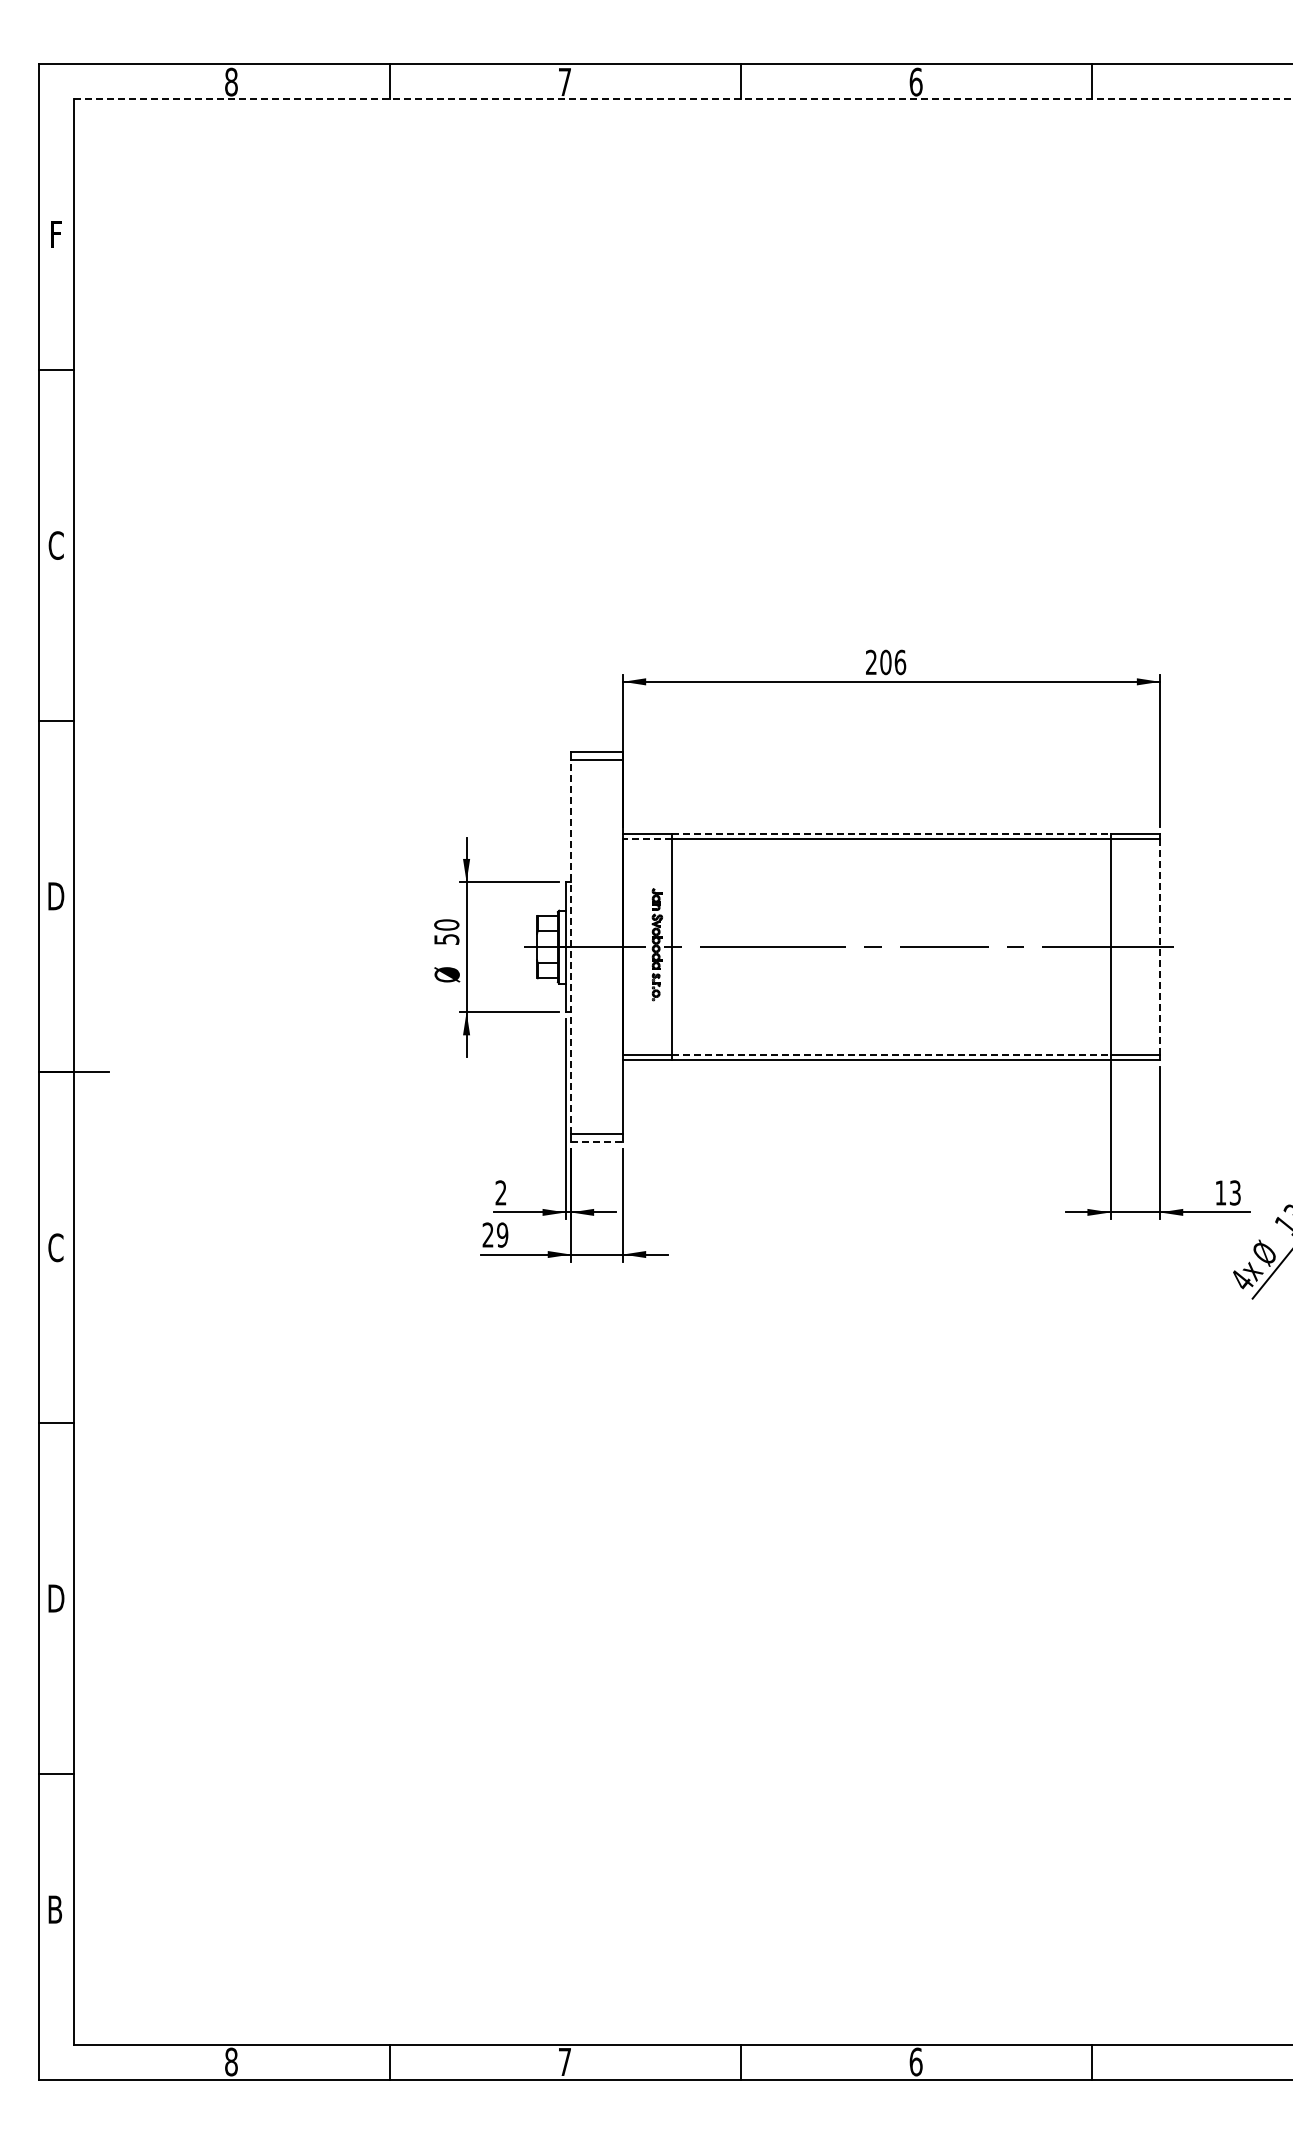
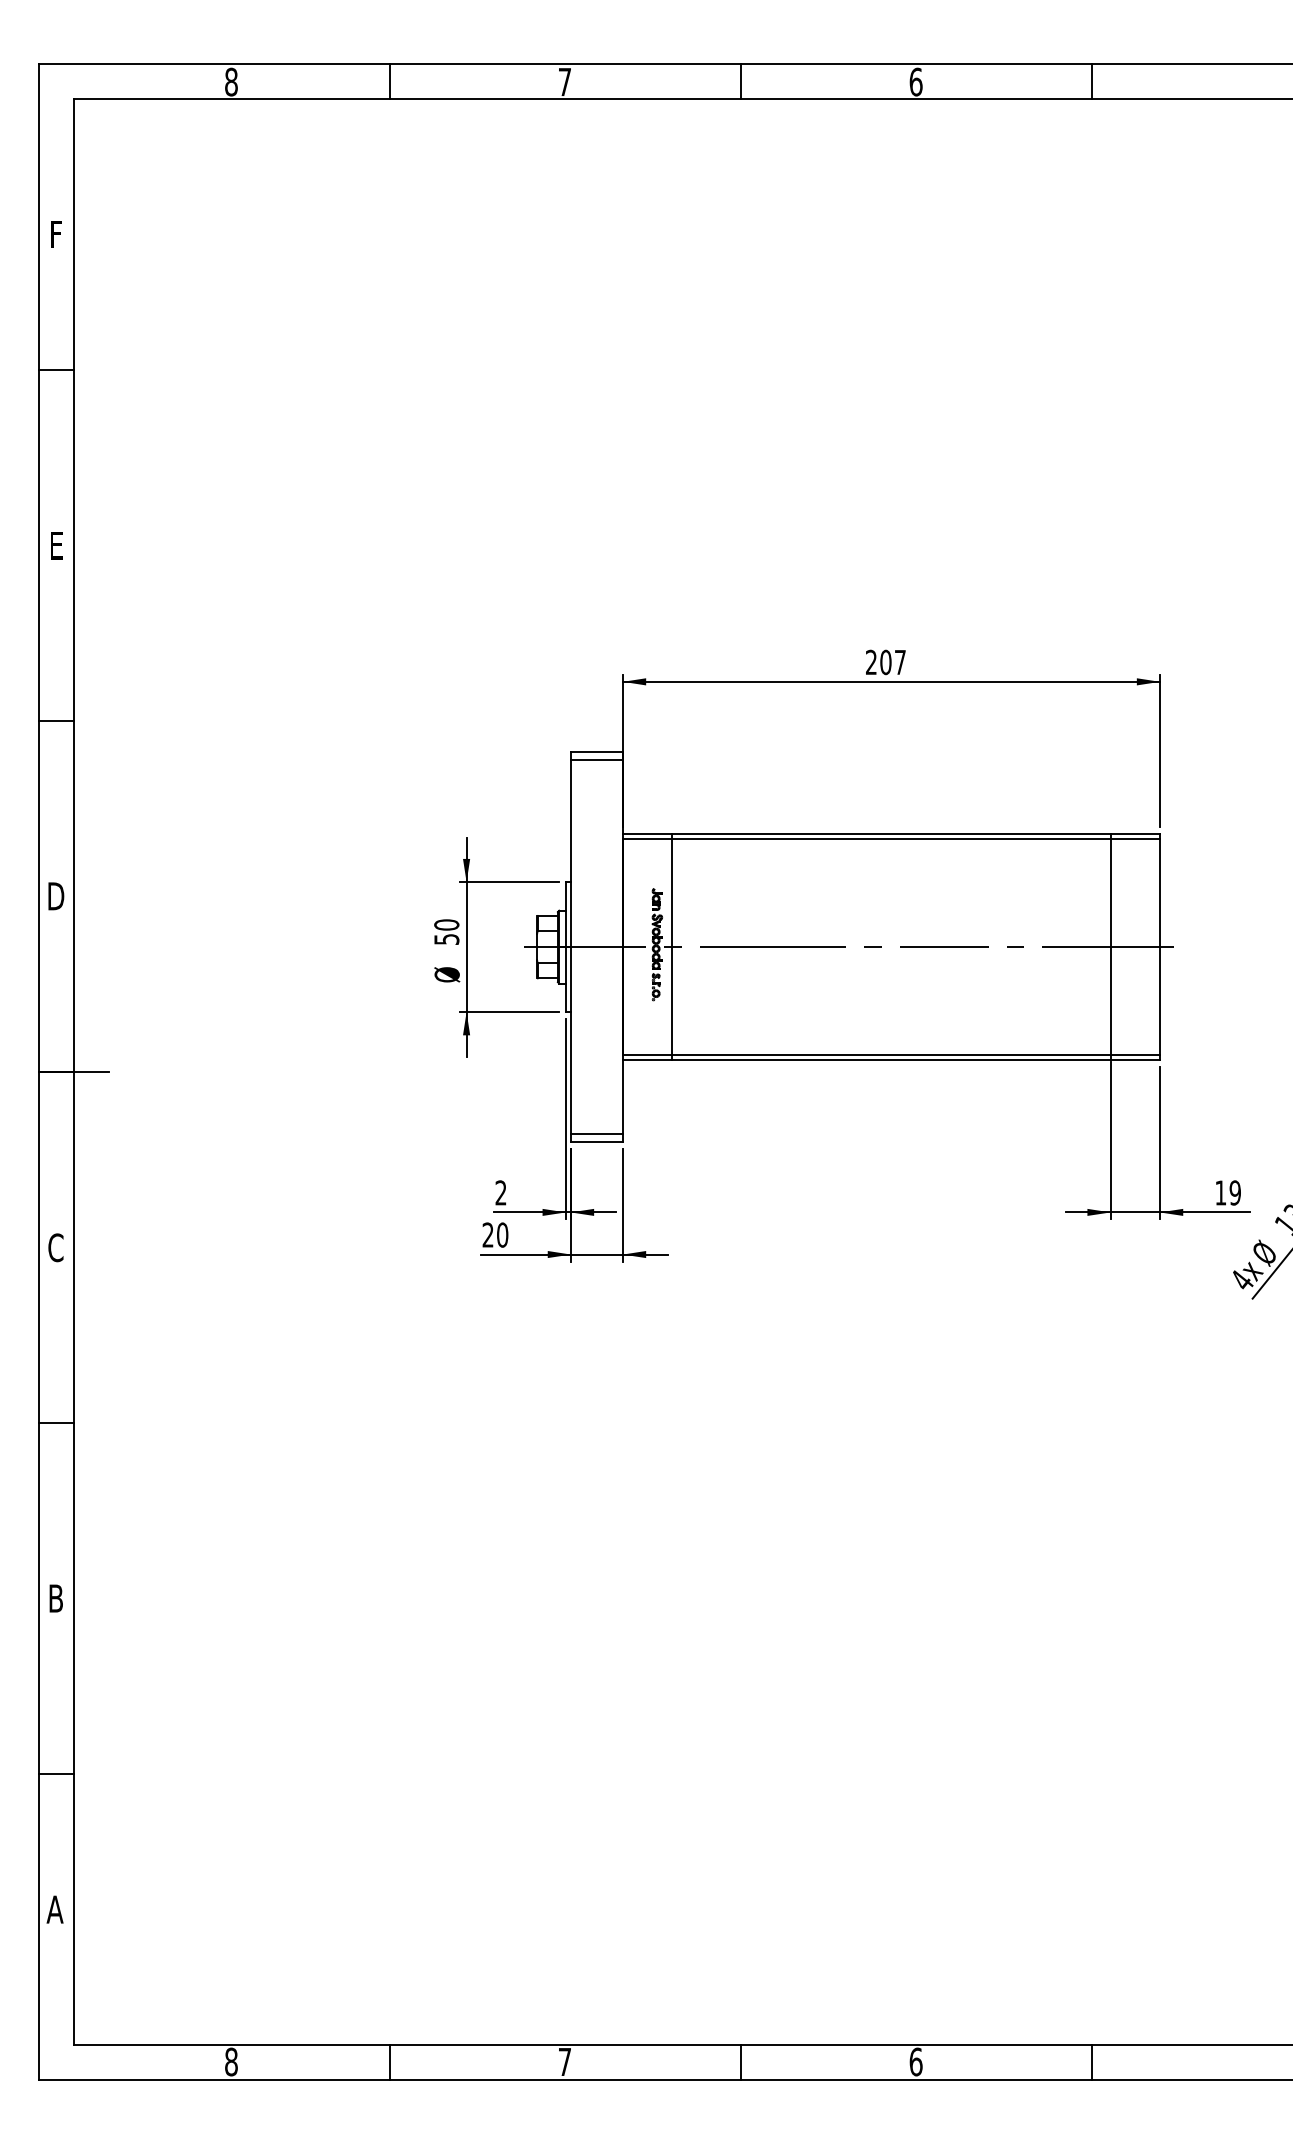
line at (683, 99): dashed -> solid
text at (55, 545): C -> E
text at (900, 662): 206 -> 207
line at (892, 833): dashed -> solid
line at (647, 839): dashed -> solid
line at (570, 946): dashed -> solid
line at (1160, 947): dashed -> solid
line at (892, 1055): dashed -> solid
line at (597, 1142): dashed -> solid
text at (1234, 1192): 13 -> 19
text at (502, 1234): 29 -> 20
text at (56, 1598): D -> B
text at (54, 1909): B -> A
